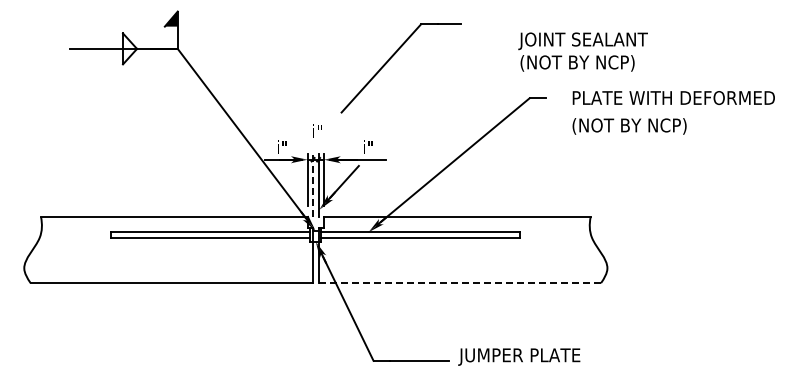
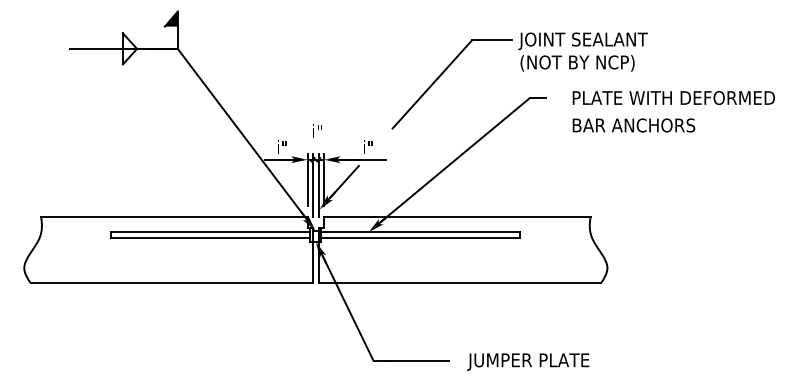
part at (391, 58) position: (391, 58) -> (442, 74)
text at (633, 126): (NOT BY NCP) -> BAR ANCHORS
line at (313, 185): dashed -> solid
line at (459, 283): dashed -> solid
text at (519, 356) position: (519, 356) -> (528, 361)
